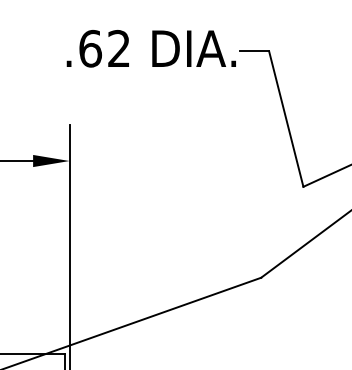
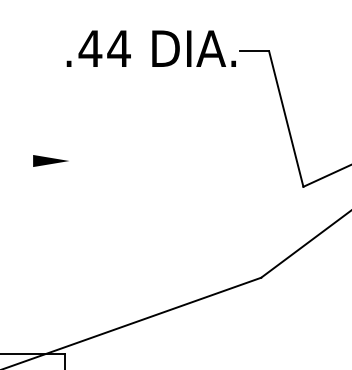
text at (104, 48): .62 -> .44
line at (17, 161): present -> none
line at (69, 245): present -> none
